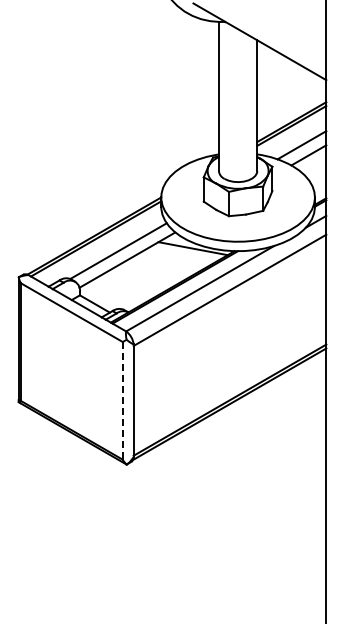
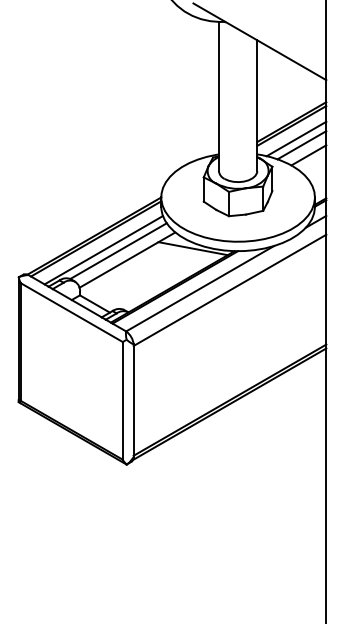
line at (296, 138): none -> present
line at (103, 250): none -> present
line at (122, 400): dashed -> solid
